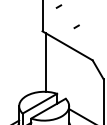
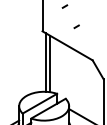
line at (58, 6) position: (58, 6) -> (64, 6)
line at (50, 63): none -> present
